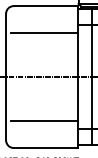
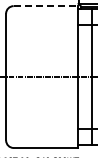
line at (46, 6): solid -> dashed
line at (44, 33): present -> none
line at (44, 120): present -> none
